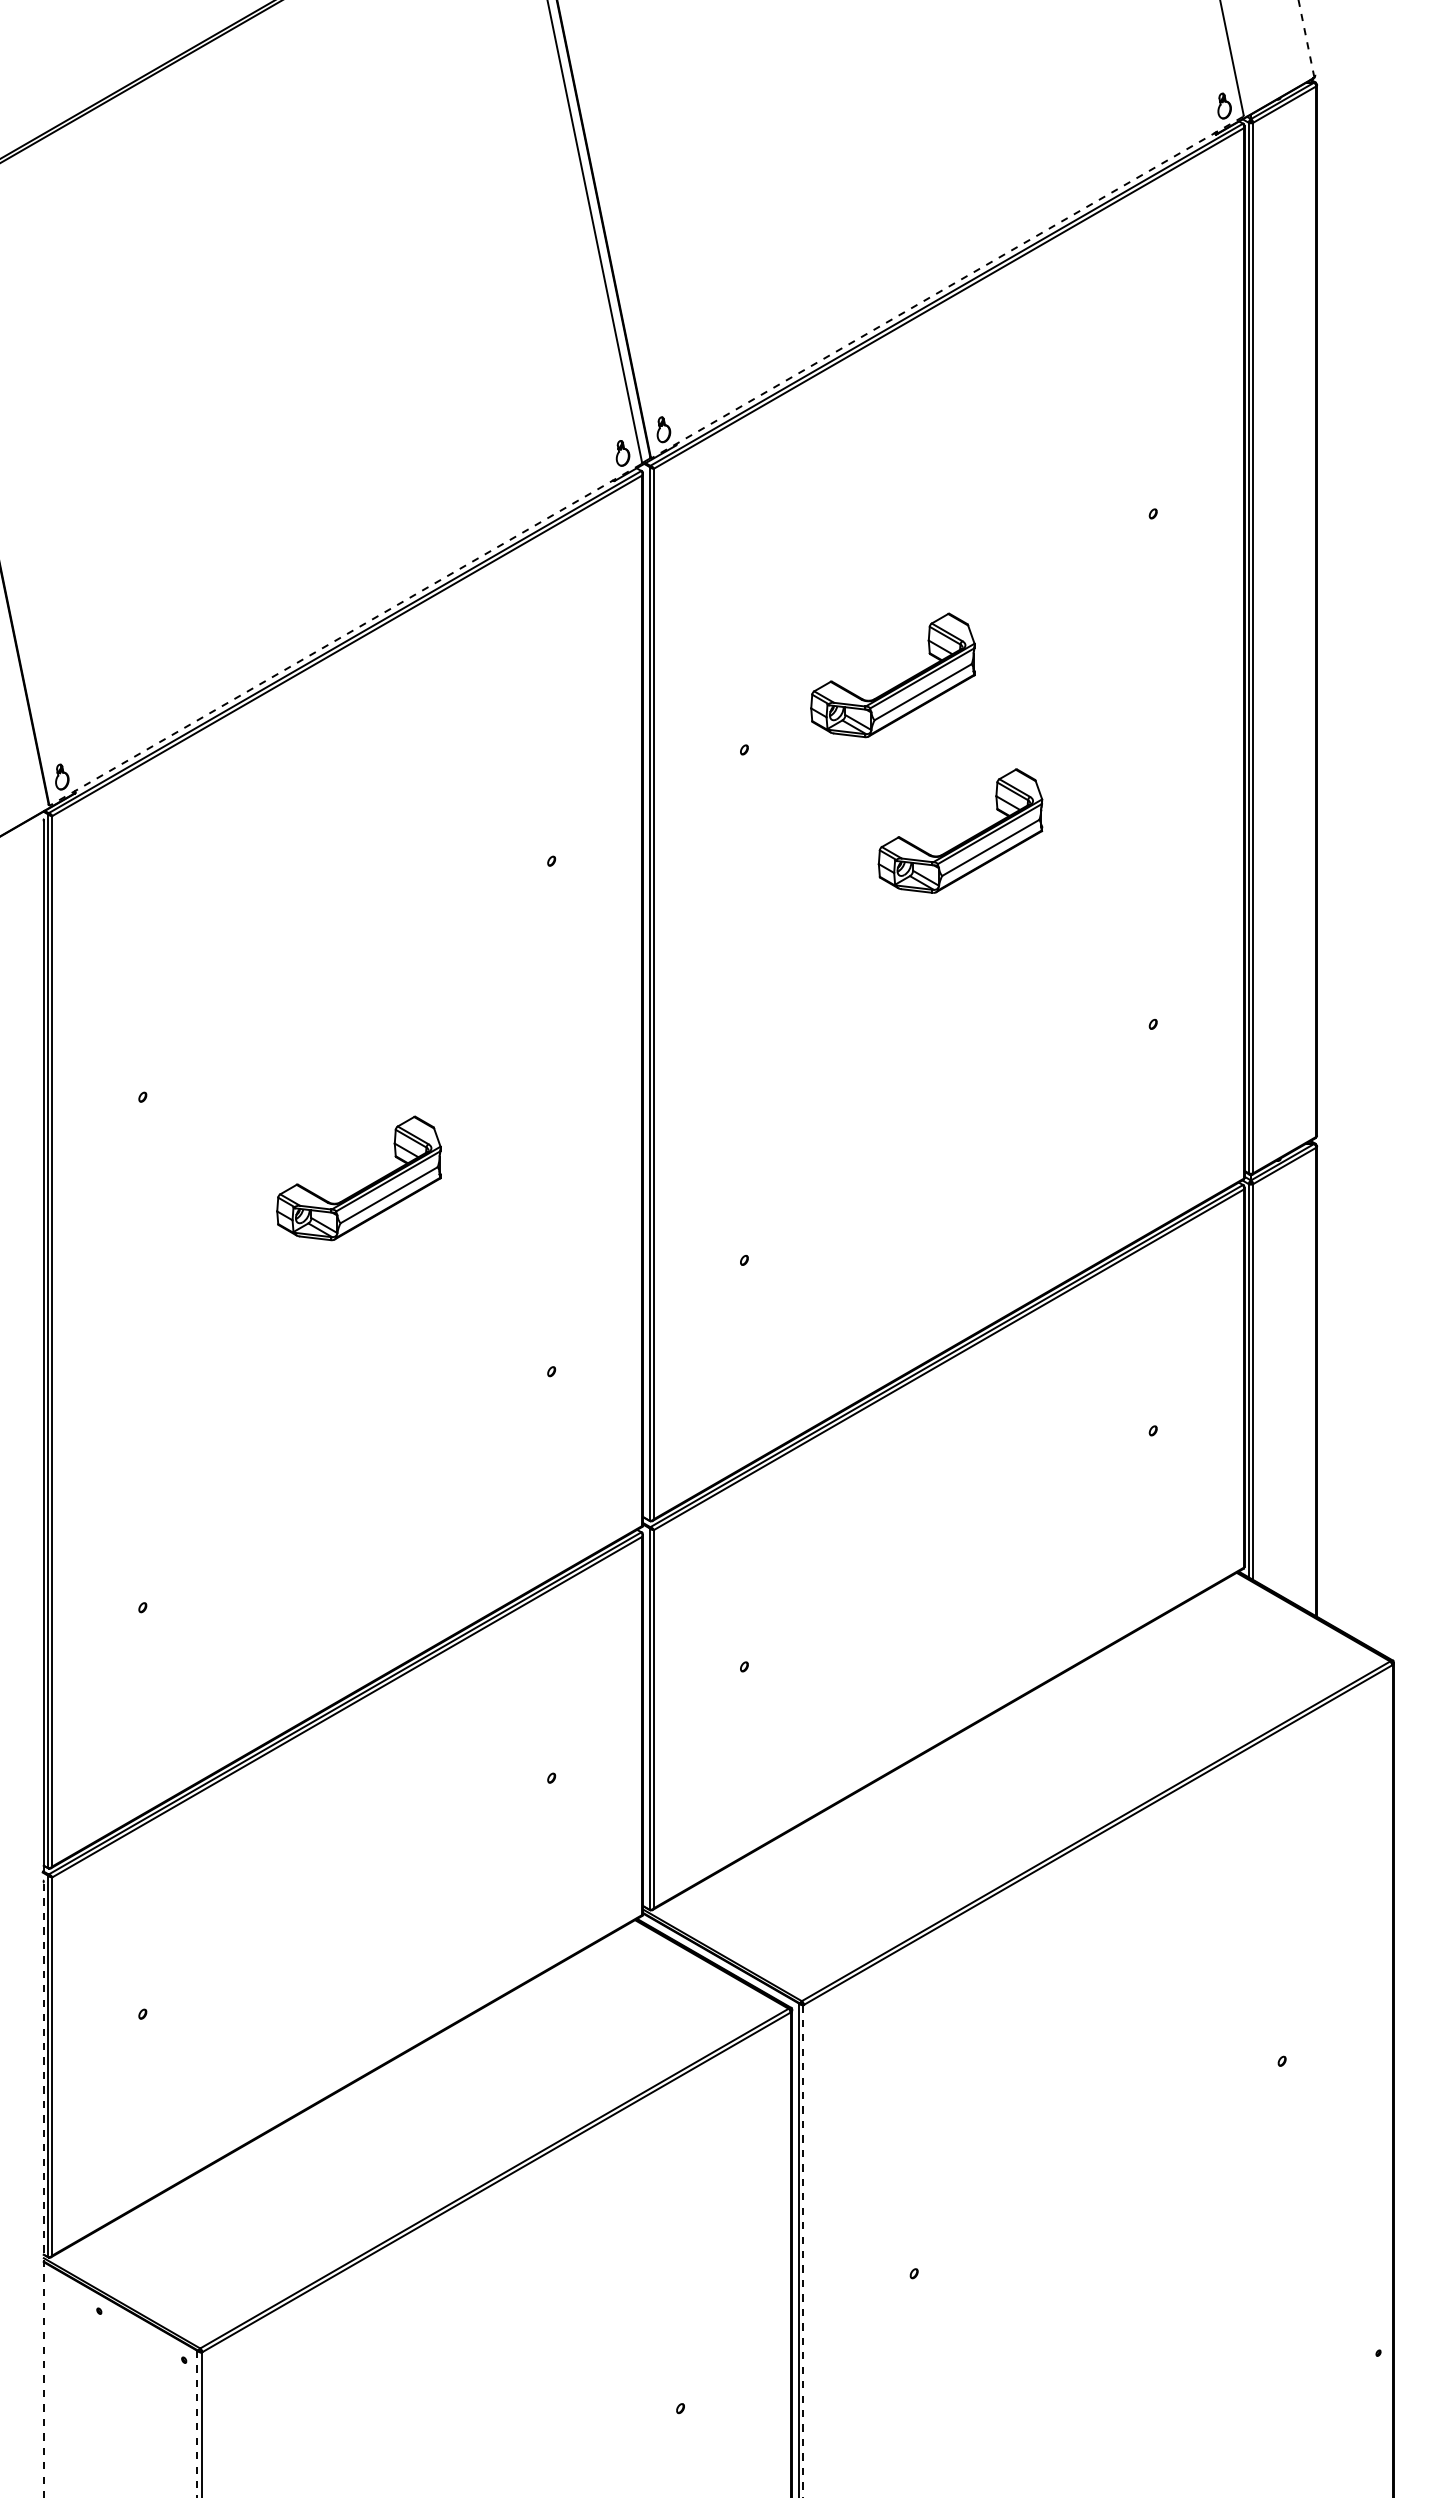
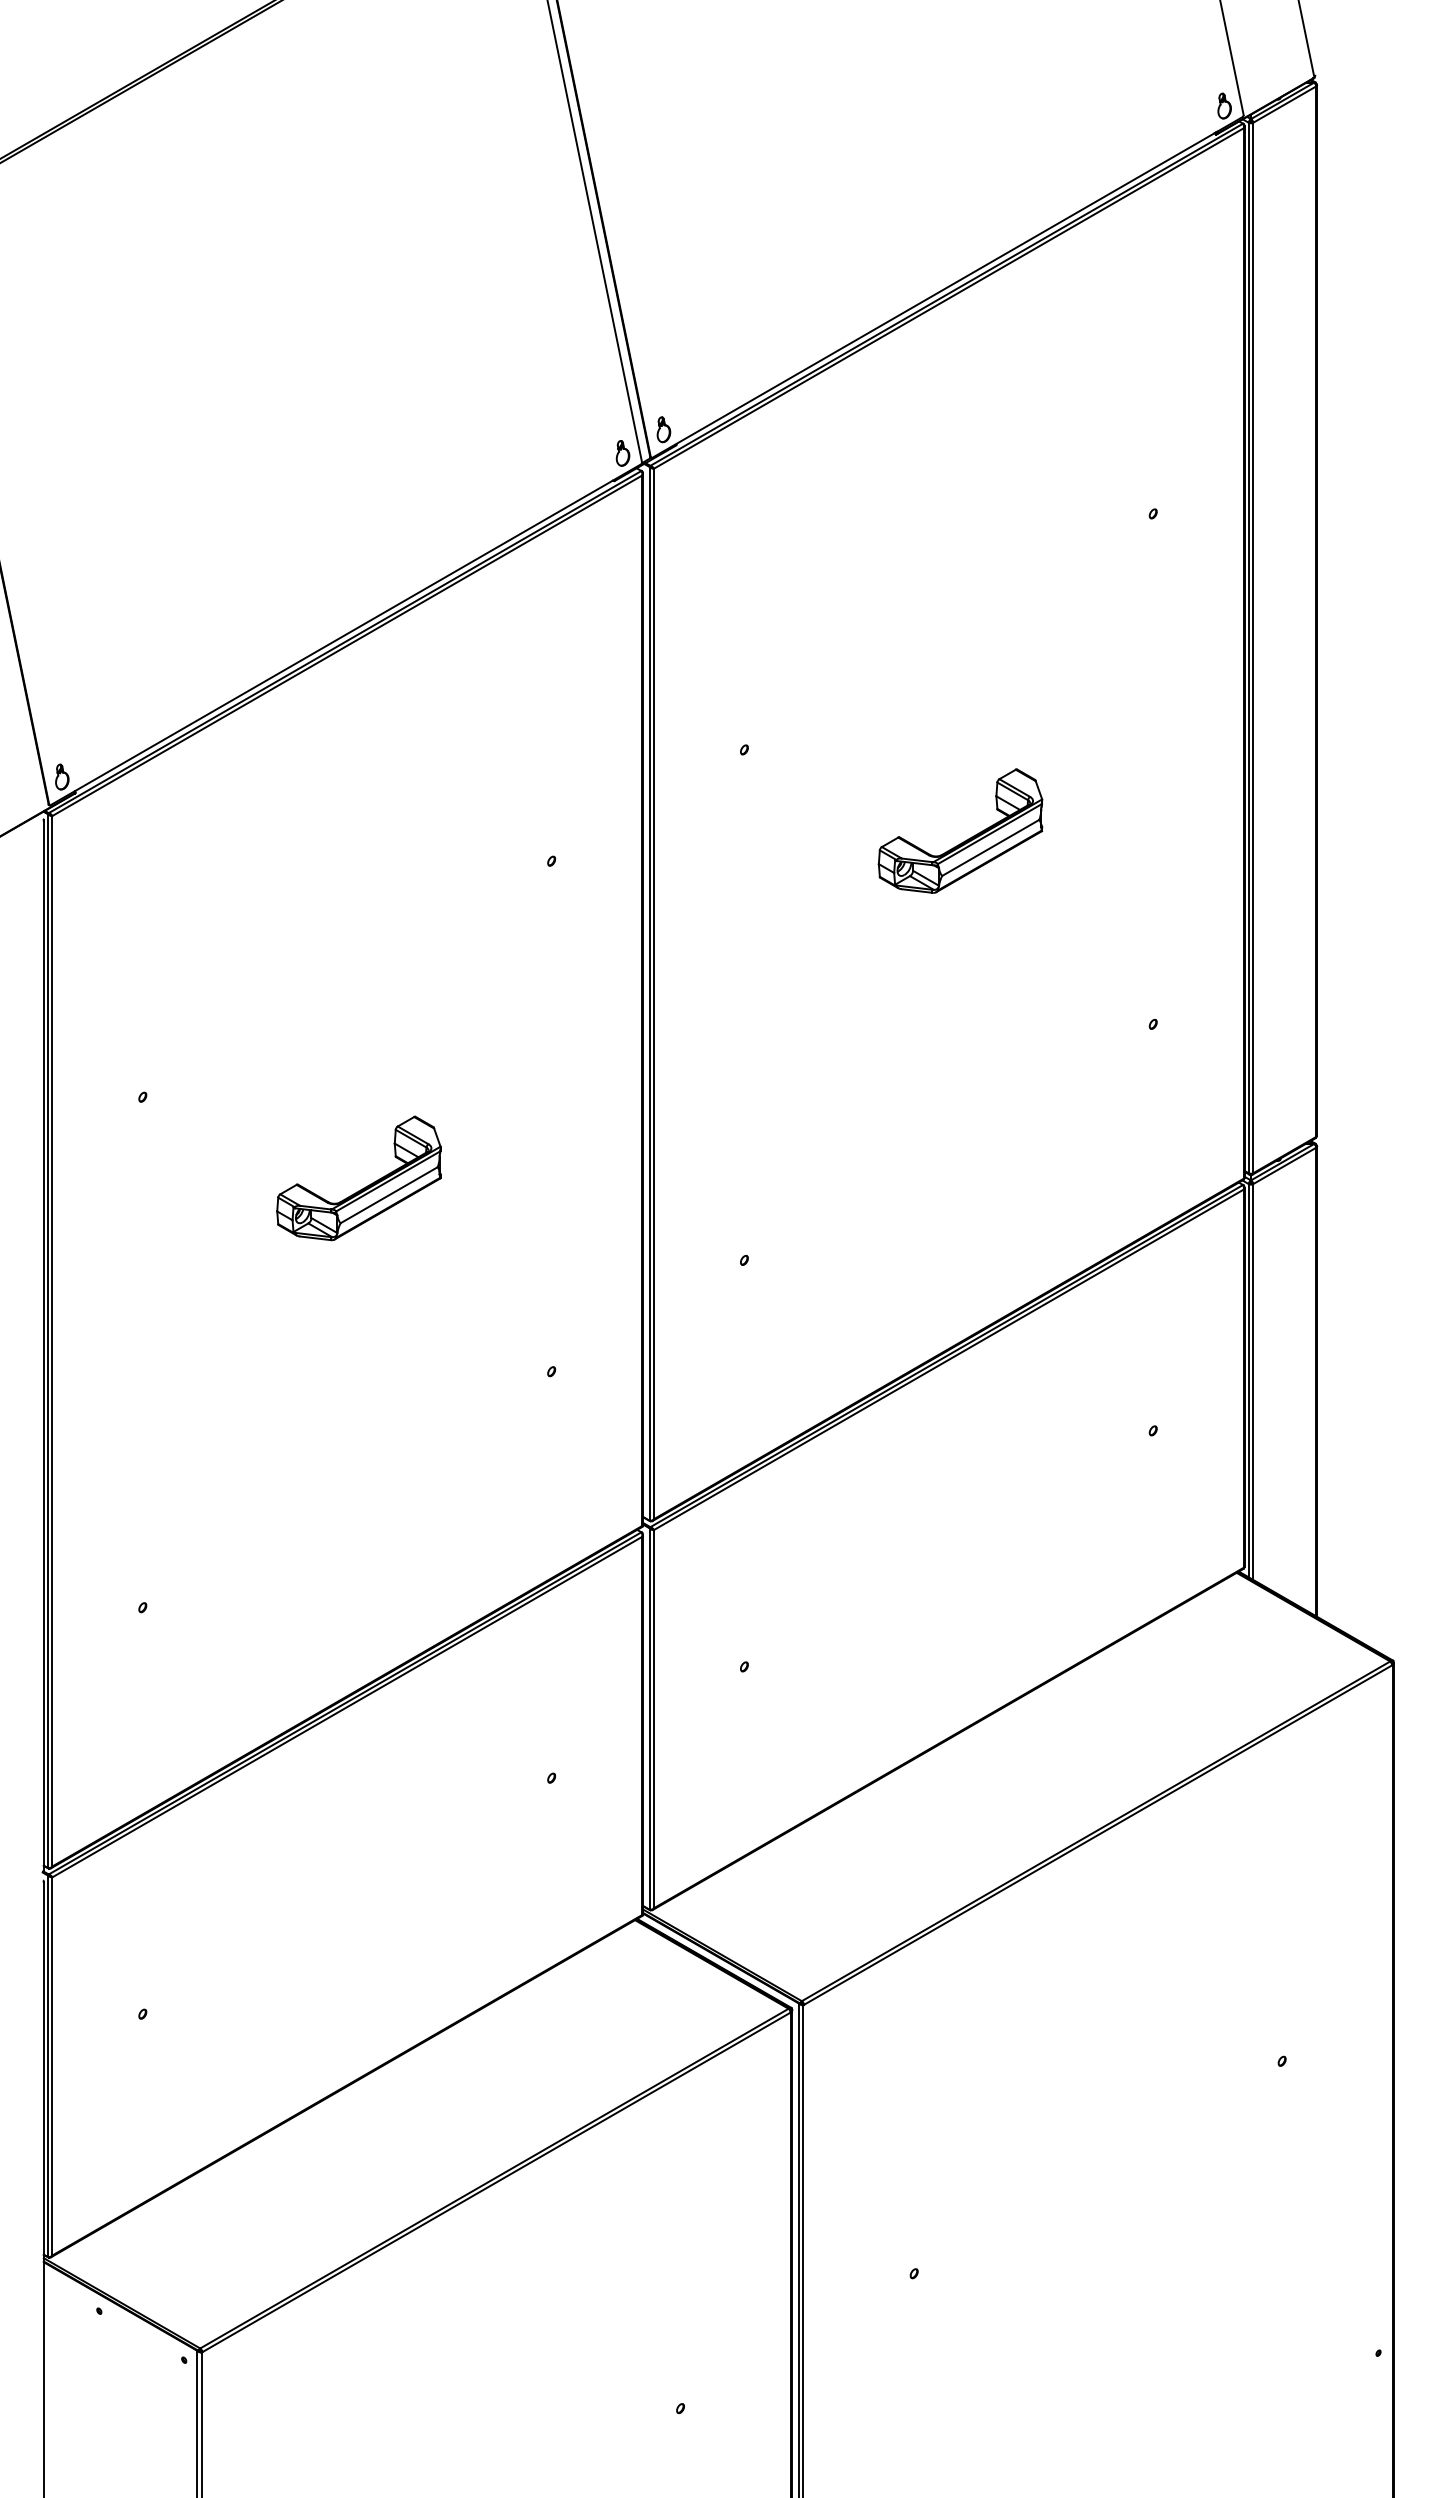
line at (1306, 38): dashed -> solid
line at (947, 287): dashed -> solid
line at (345, 635): dashed -> solid
part at (897, 684): present -> none
line at (43, 2189): dashed -> solid
line at (803, 2252): dashed -> solid
line at (197, 2424): dashed -> solid
